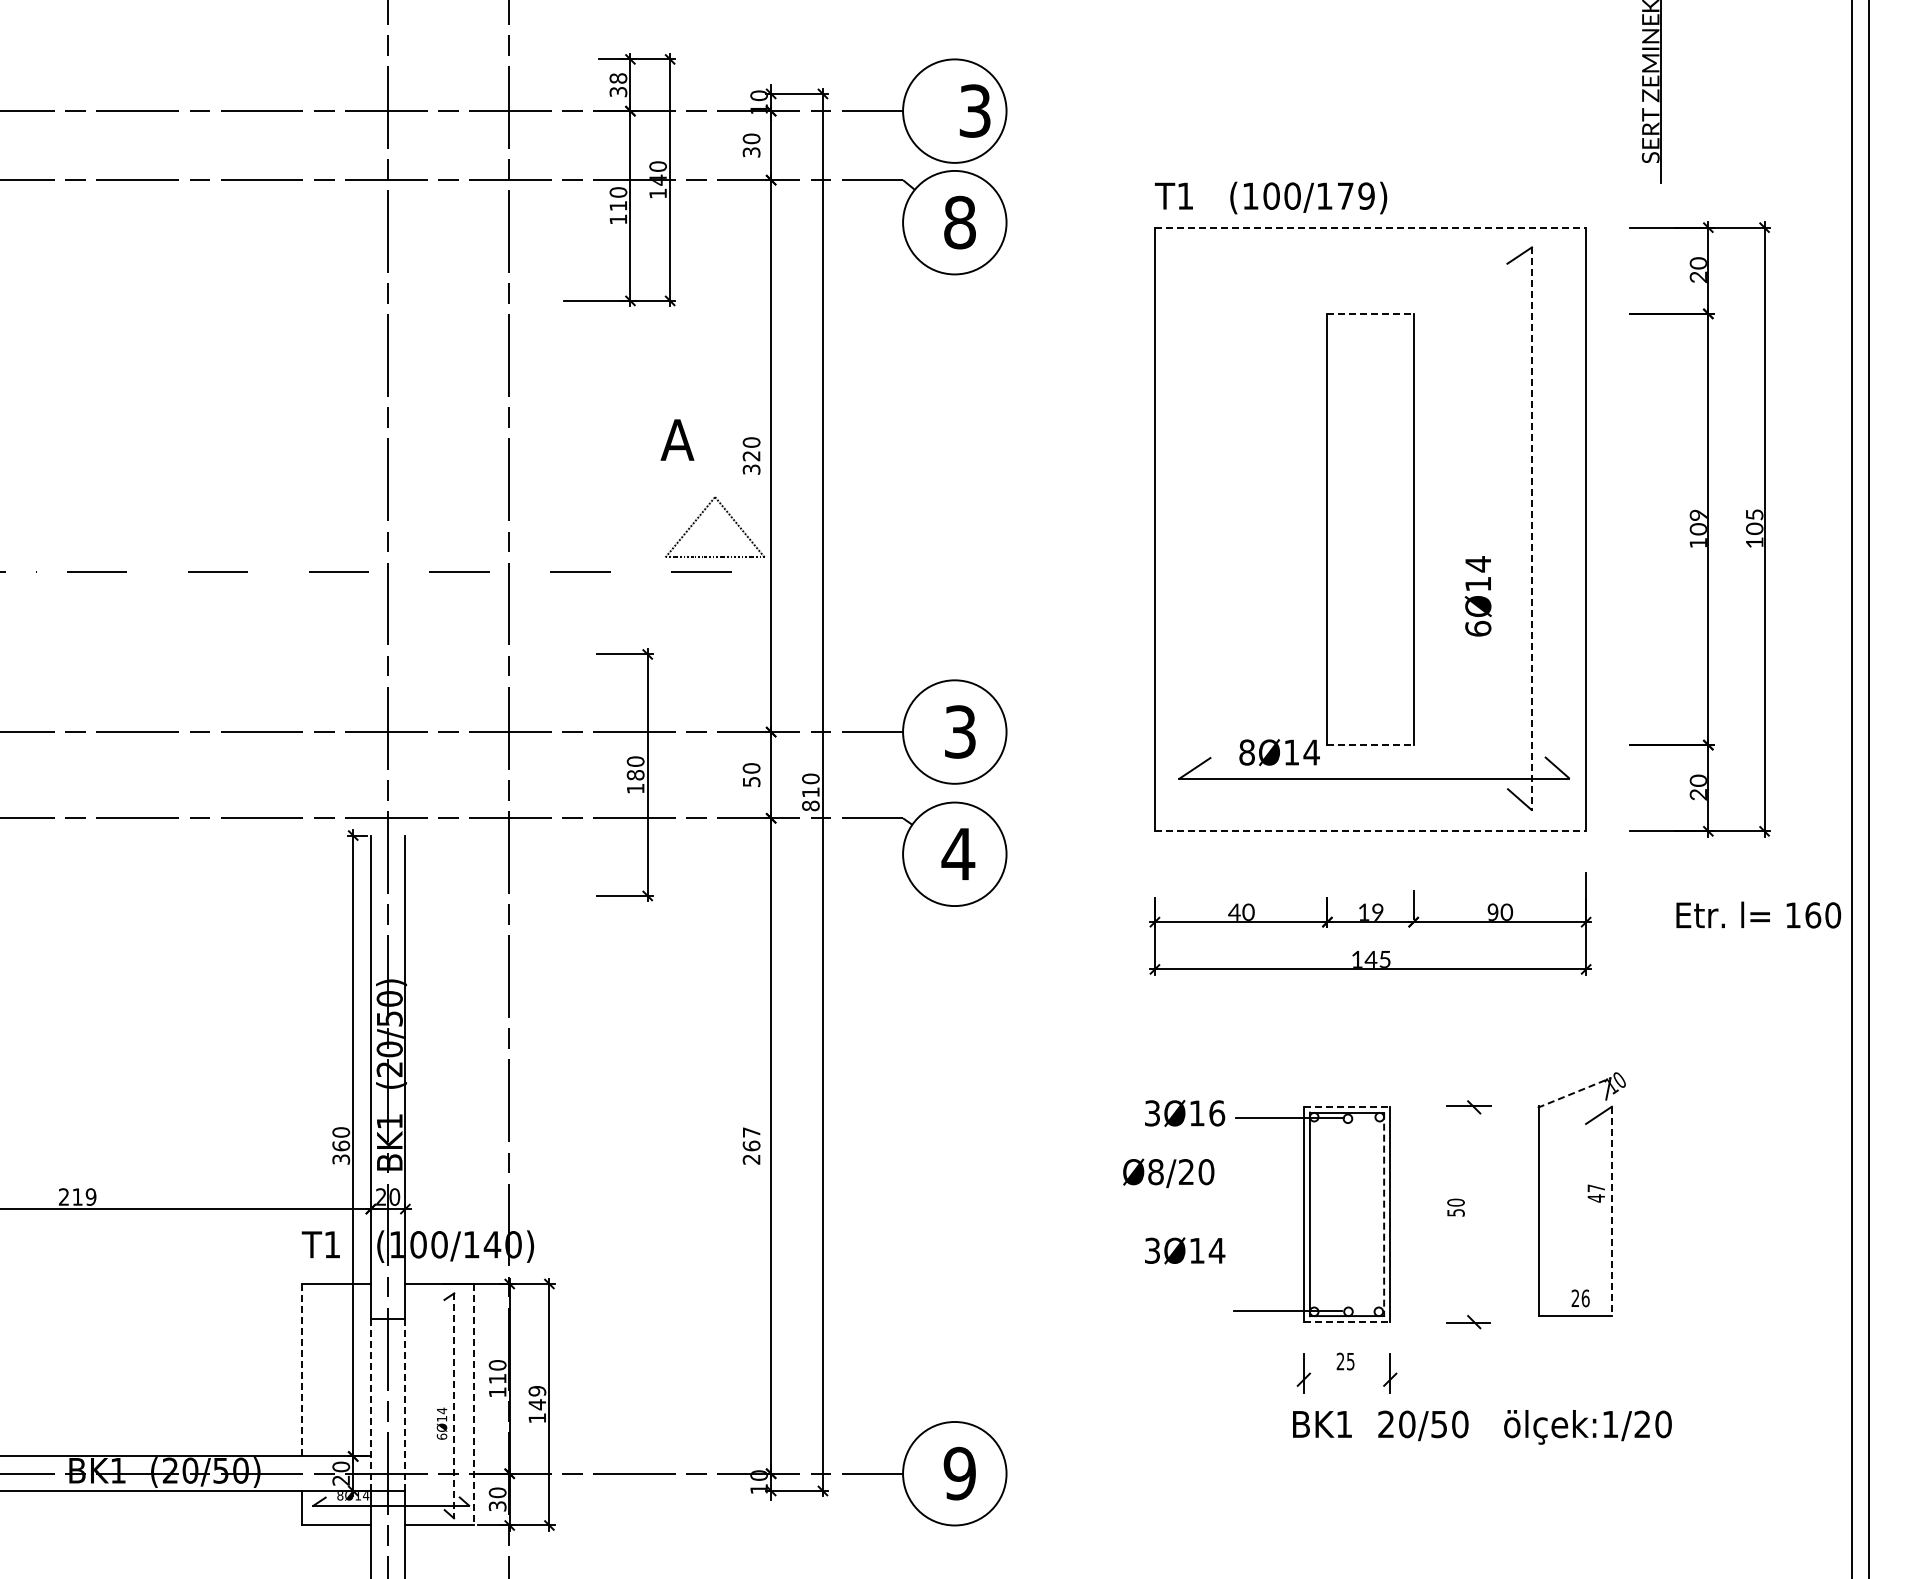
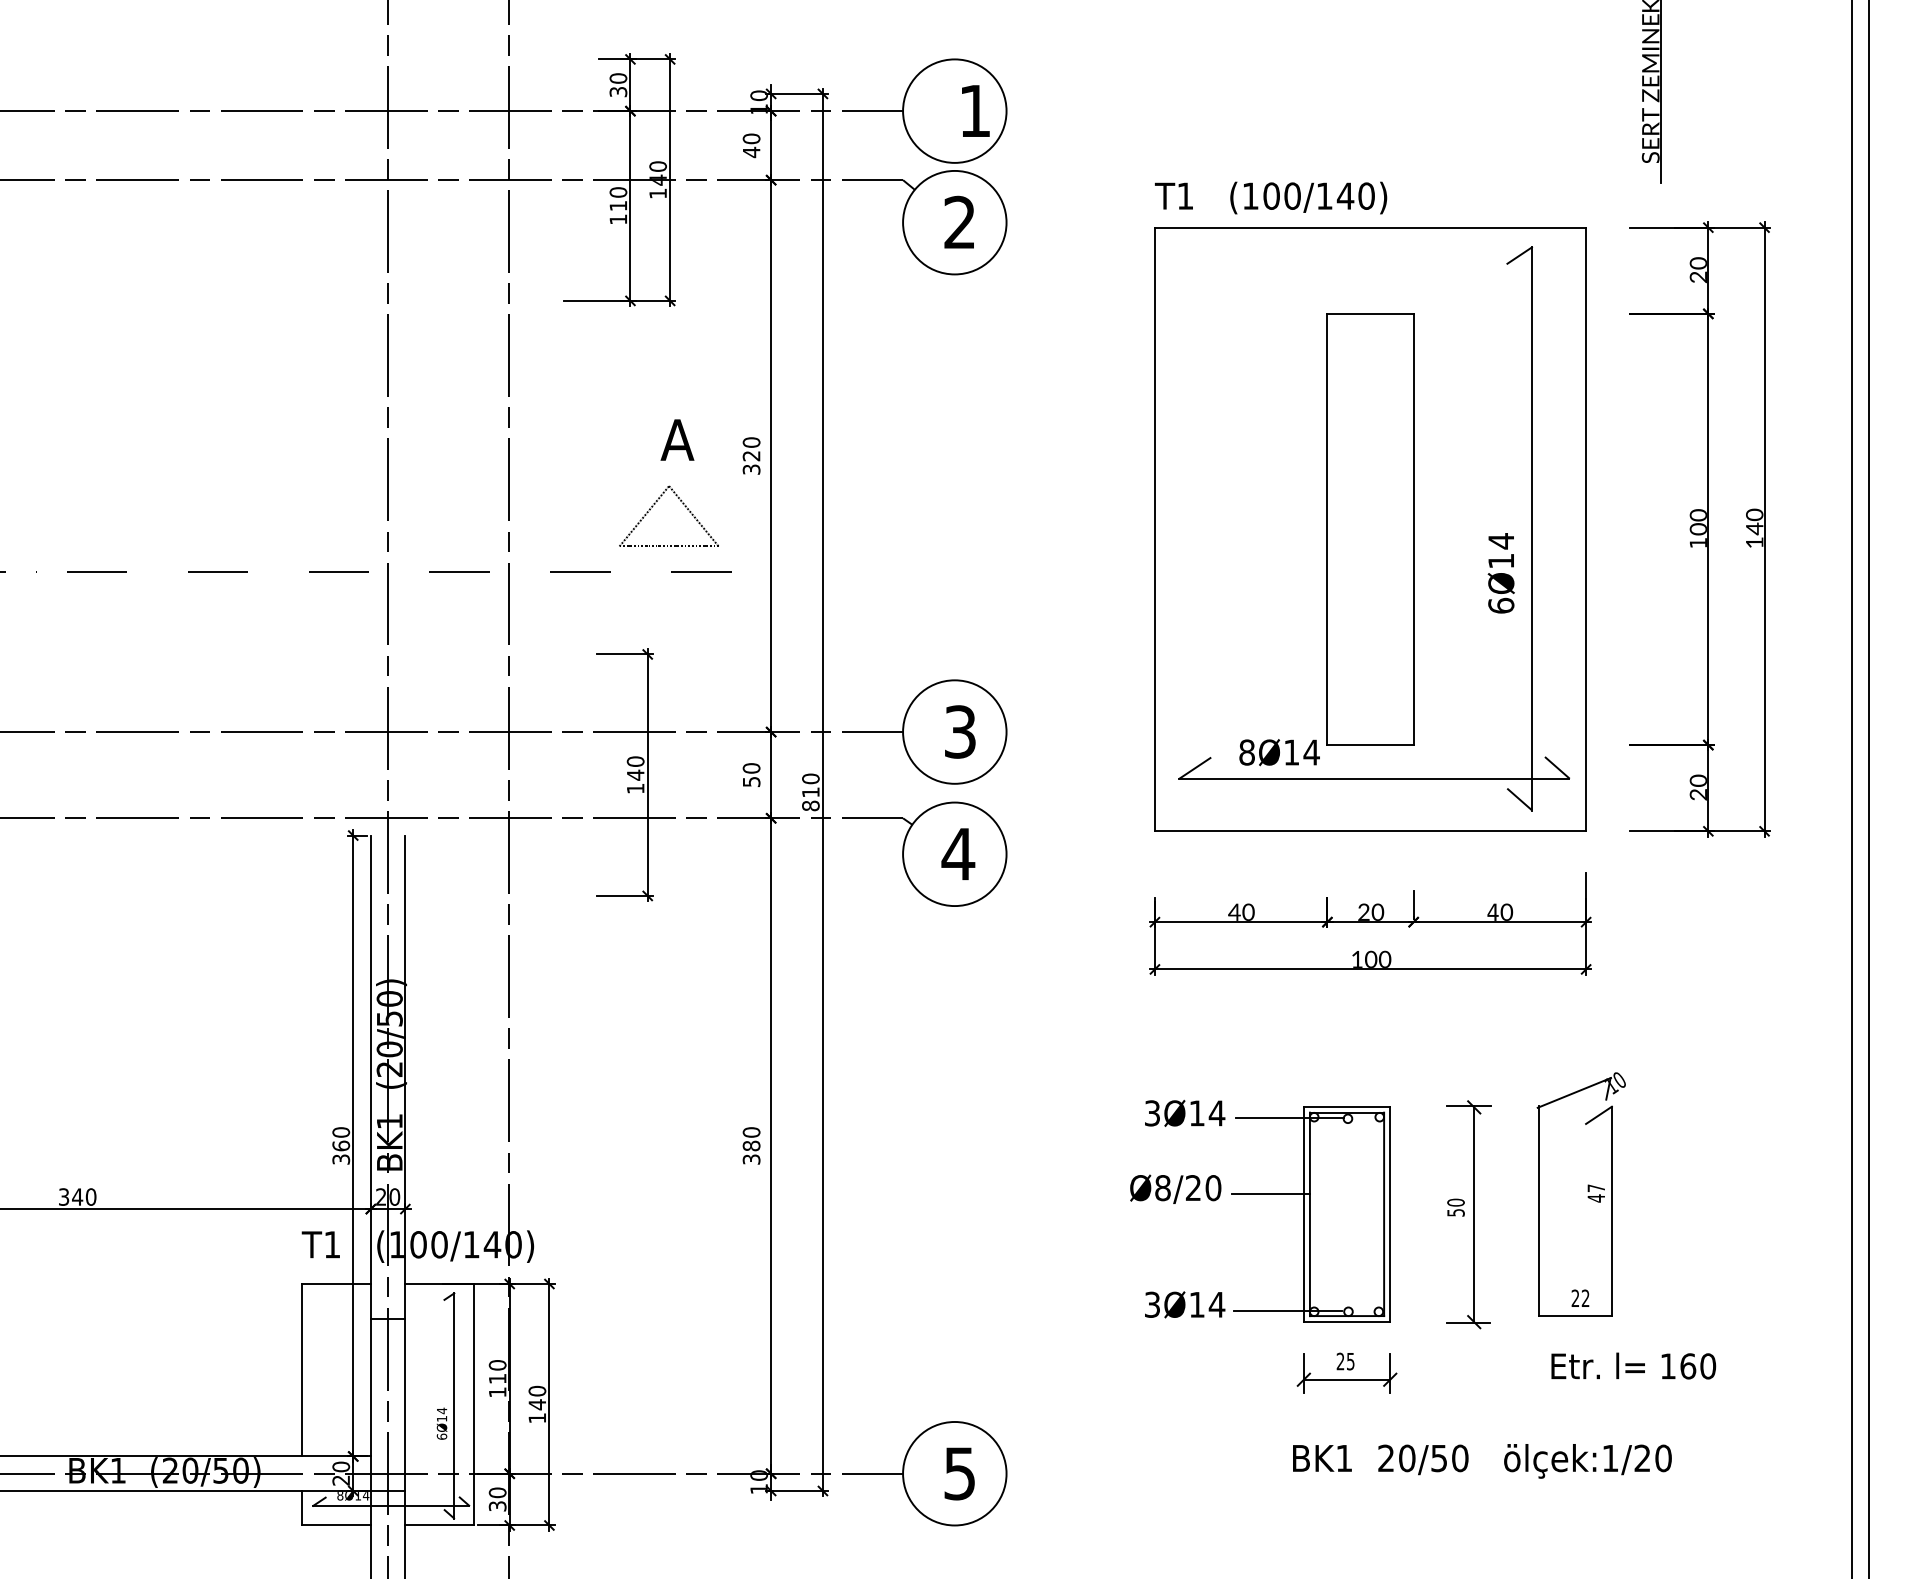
text at (618, 78): 38 -> 30
text at (974, 110): 3 -> 1
text at (751, 152): 30 -> 40
text at (1355, 195): (100/179) -> (100/140)
text at (959, 222): 8 -> 2
line at (1370, 227): dashed -> solid
line at (1371, 313): dashed -> solid
part at (701, 515) position: (701, 515) -> (655, 504)
text at (1698, 515): 09 -> 00
text at (1754, 521): 105 -> 140
line at (1531, 529): dashed -> solid
text at (1477, 596) position: (1477, 596) -> (1500, 573)
line at (1371, 745): dashed -> solid
text at (635, 774): 180 -> 140
line at (1370, 831): dashed -> solid
text at (1371, 911): 19 -> 20
text at (1492, 911): 9 -> 4
text at (1758, 914) position: (1758, 914) -> (1633, 1365)
text at (1377, 958): 145 -> 100
line at (1574, 1092): dashed -> solid
line at (1347, 1106): dashed -> solid
text at (1216, 1113): 3Ø16 -> 3Ø14
text at (751, 1145): 267 -> 380
text at (1168, 1172) position: (1168, 1172) -> (1175, 1188)
line at (1270, 1193): none -> present
text at (77, 1196): 219 -> 340
line at (1611, 1211): dashed -> solid
line at (1384, 1214): dashed -> solid
line at (1474, 1214): none -> present
text at (1185, 1250) position: (1185, 1250) -> (1185, 1304)
text at (1585, 1298): 26 -> 22
line at (1347, 1322): dashed -> solid
line at (301, 1370): dashed -> solid
line at (1346, 1379): none -> present
text at (537, 1390): 149 -> 140
line at (474, 1404): dashed -> solid
line at (370, 1405): dashed -> solid
line at (405, 1405): dashed -> solid
line at (454, 1406): dashed -> solid
text at (1482, 1427) position: (1482, 1427) -> (1482, 1461)
text at (959, 1473): 9 -> 5
